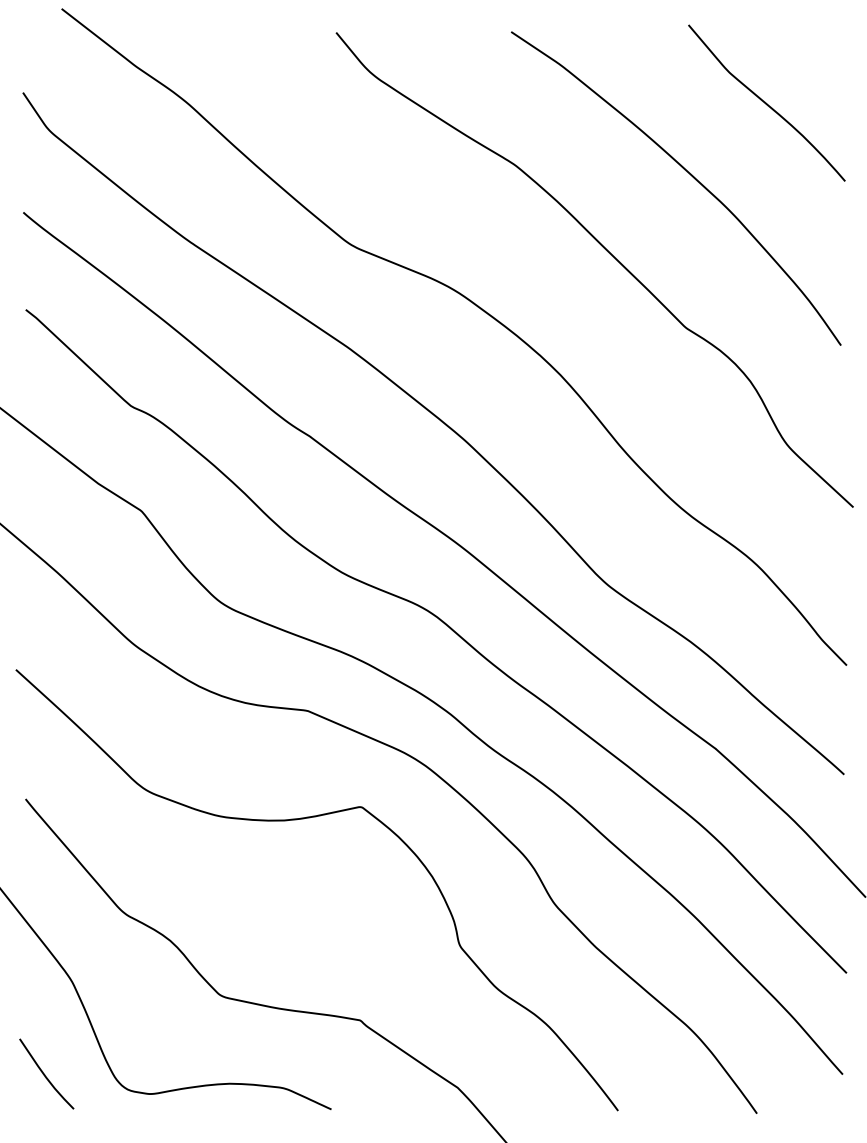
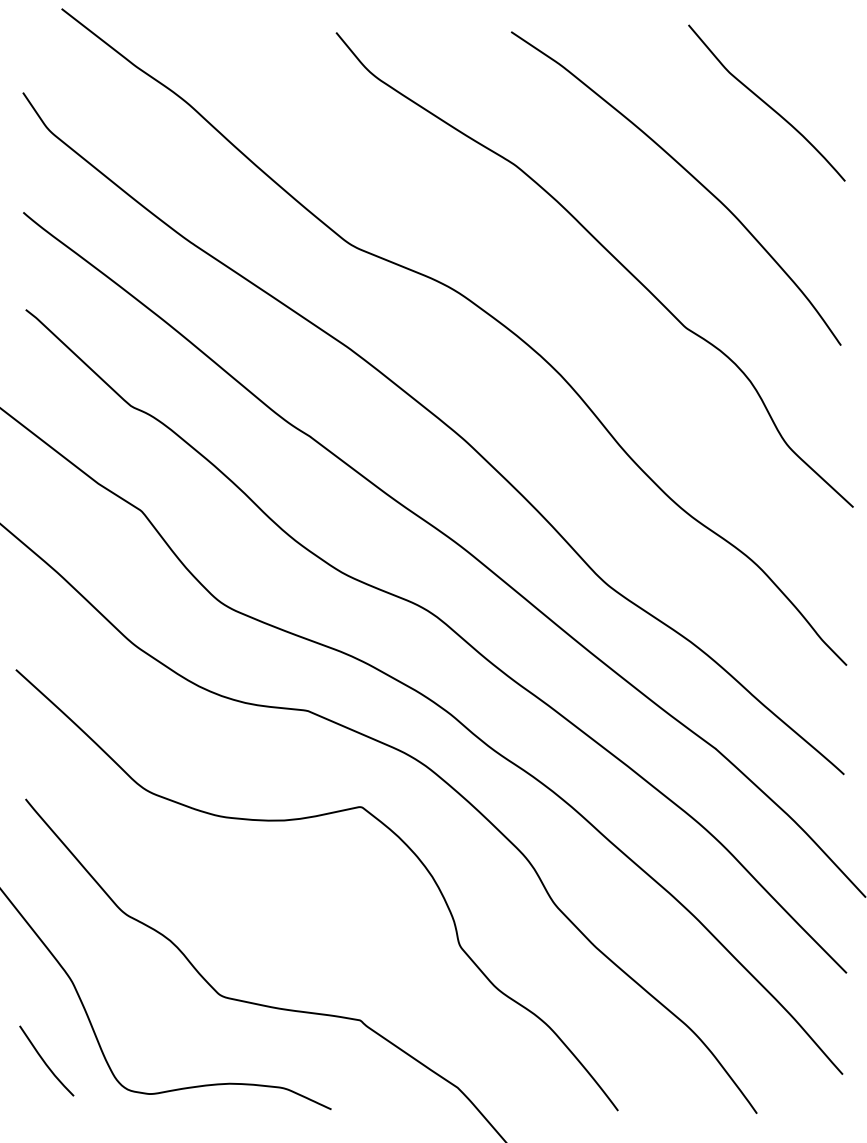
curve at (45, 1074) position: (45, 1074) -> (45, 1061)
